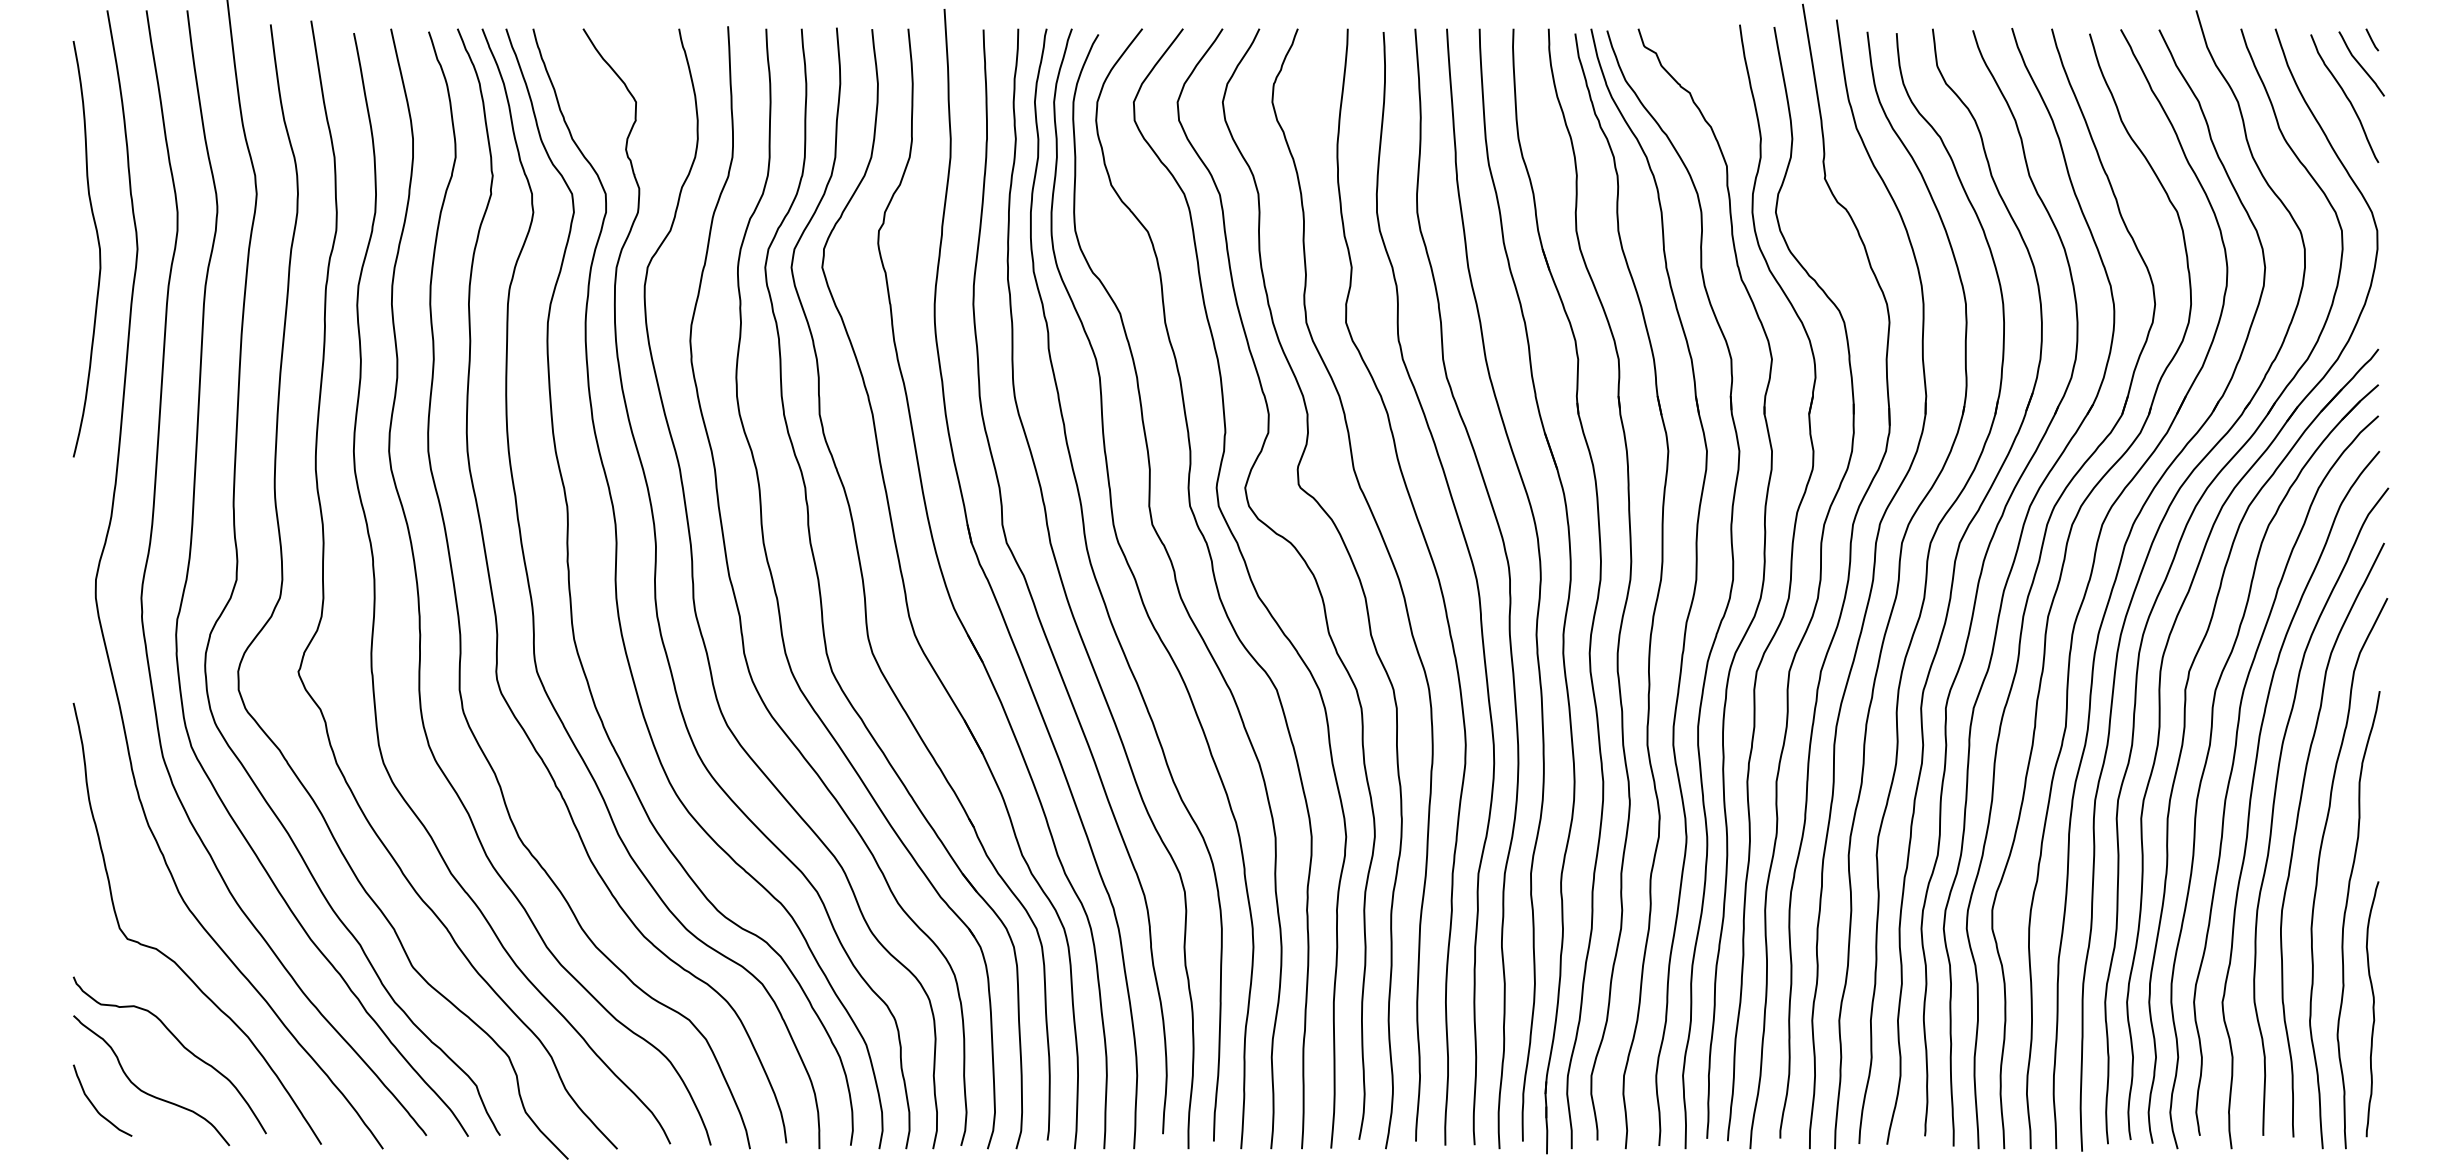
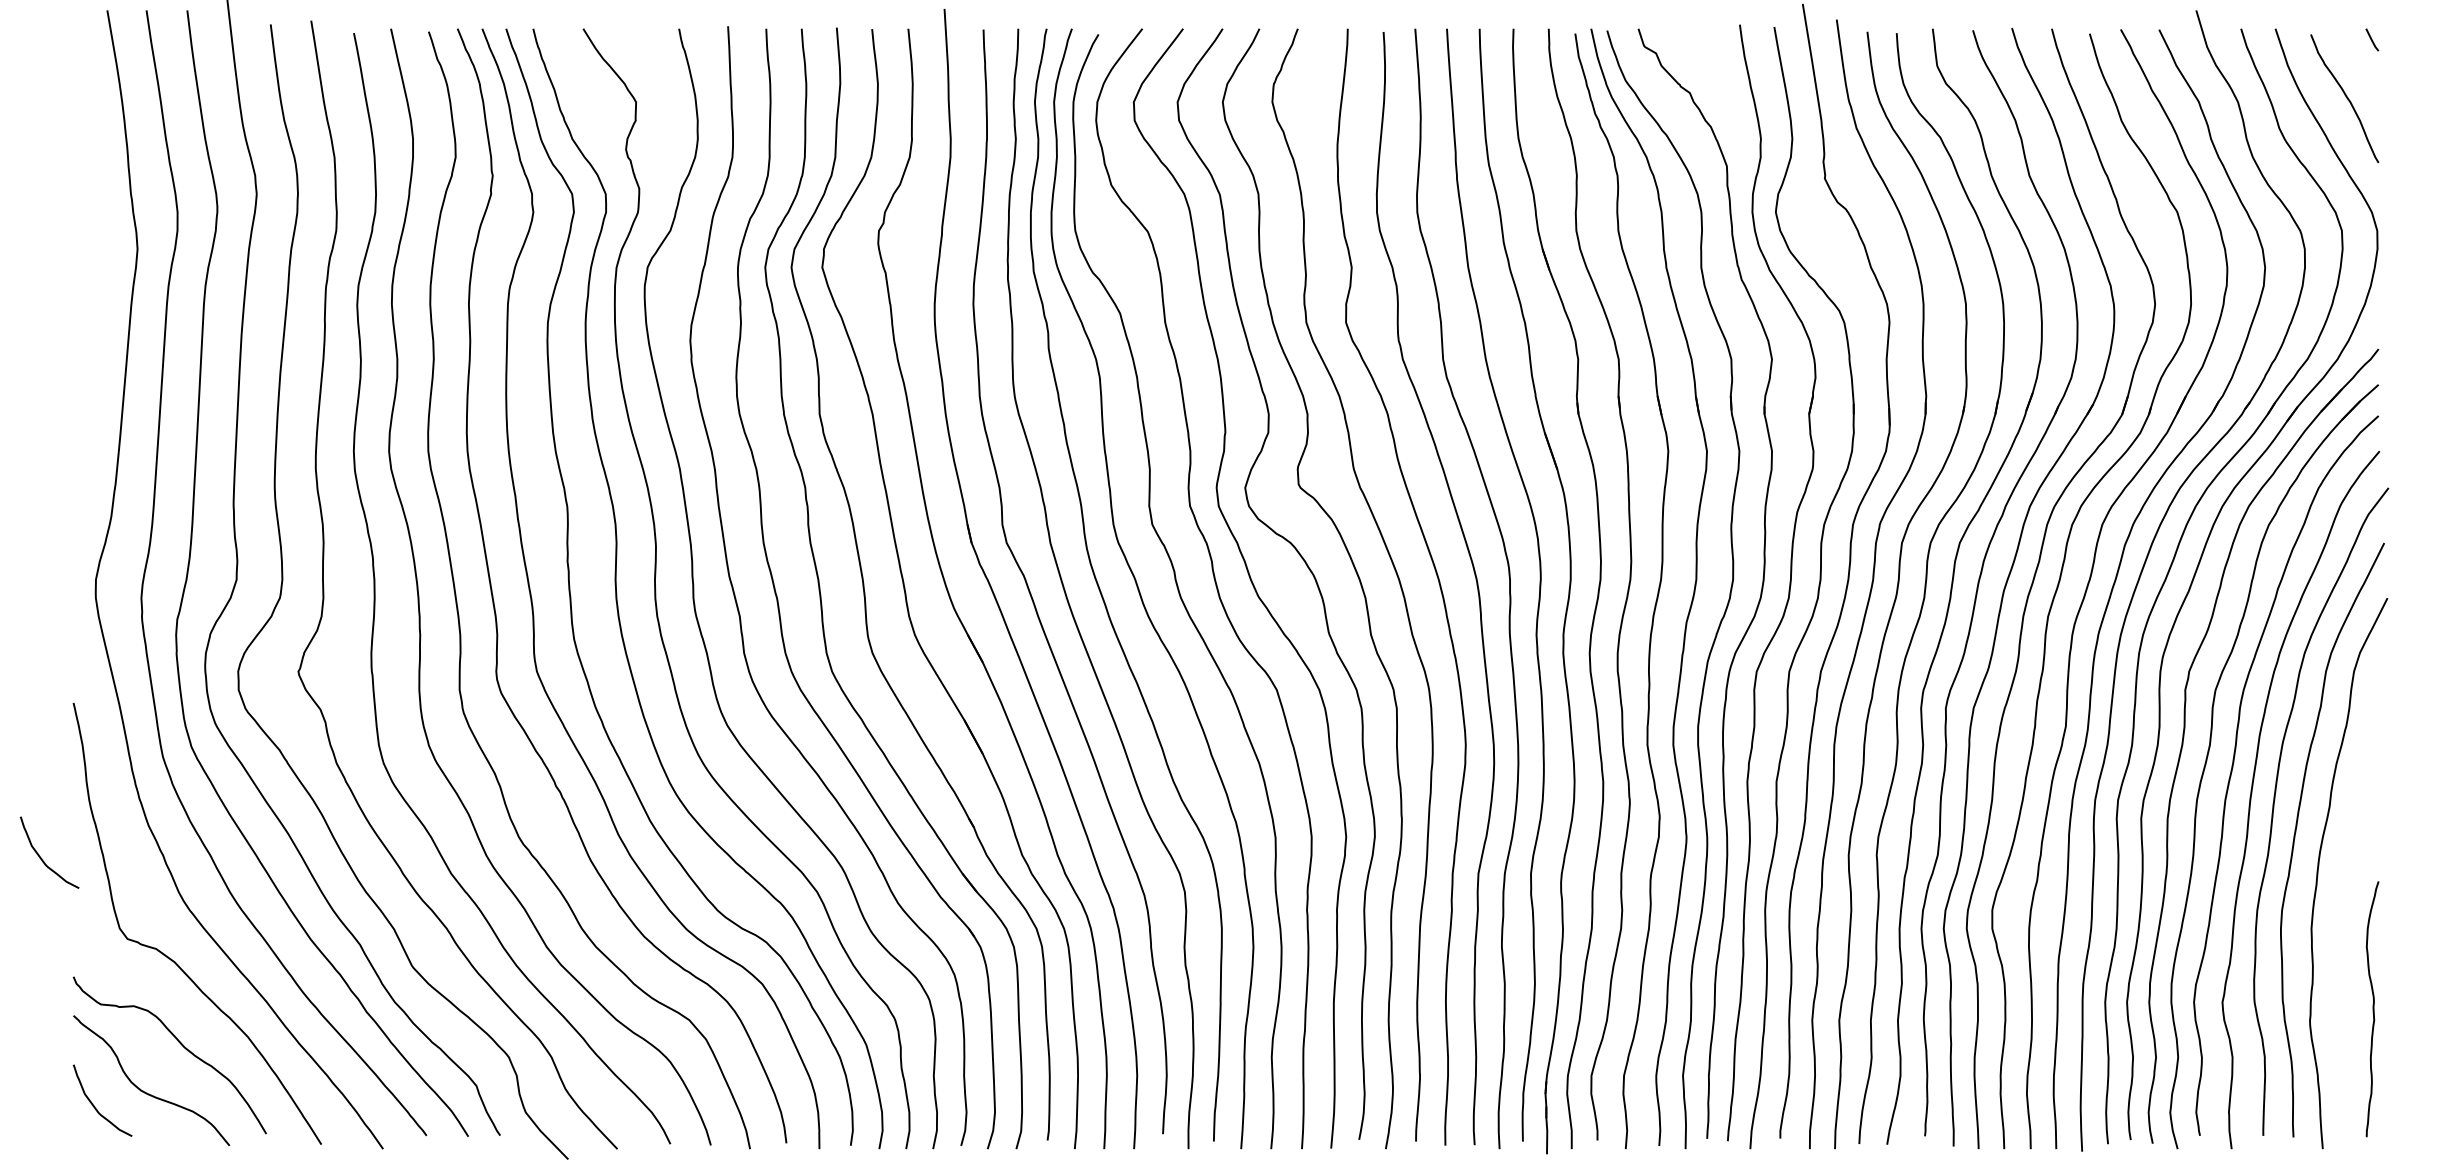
curve at (2360, 63): present -> none
curve at (98, 247): present -> none
curve at (42, 858): none -> present
curve at (2345, 918): present -> none
